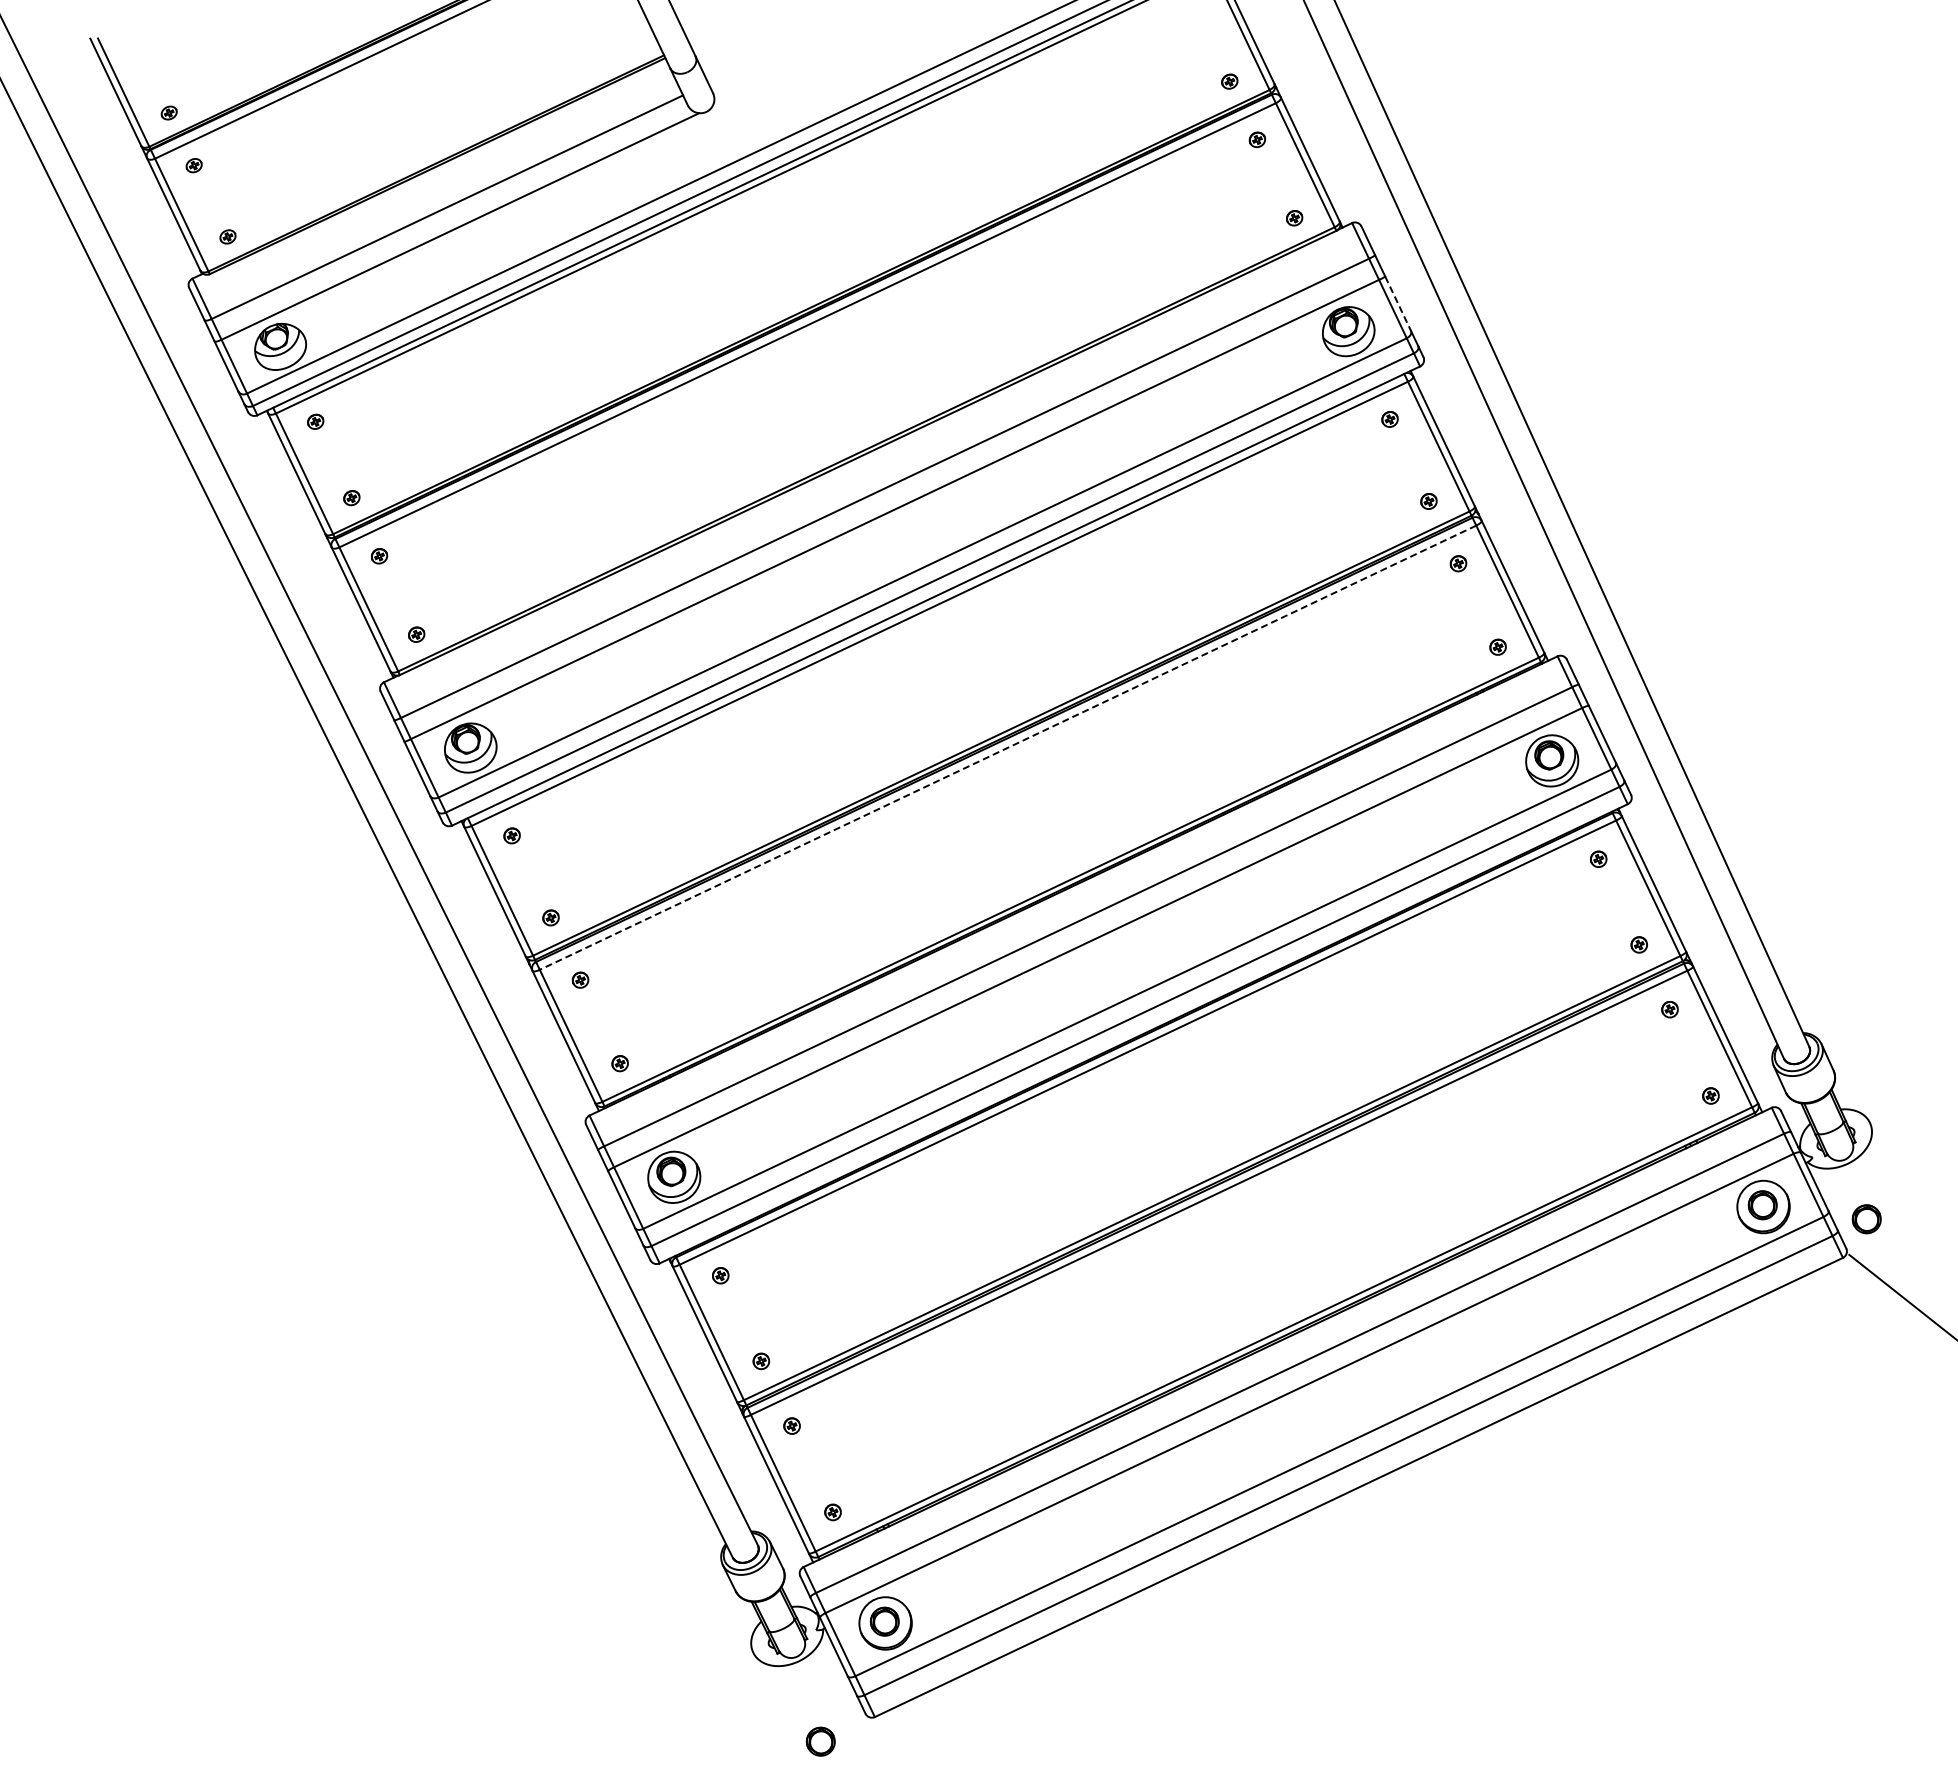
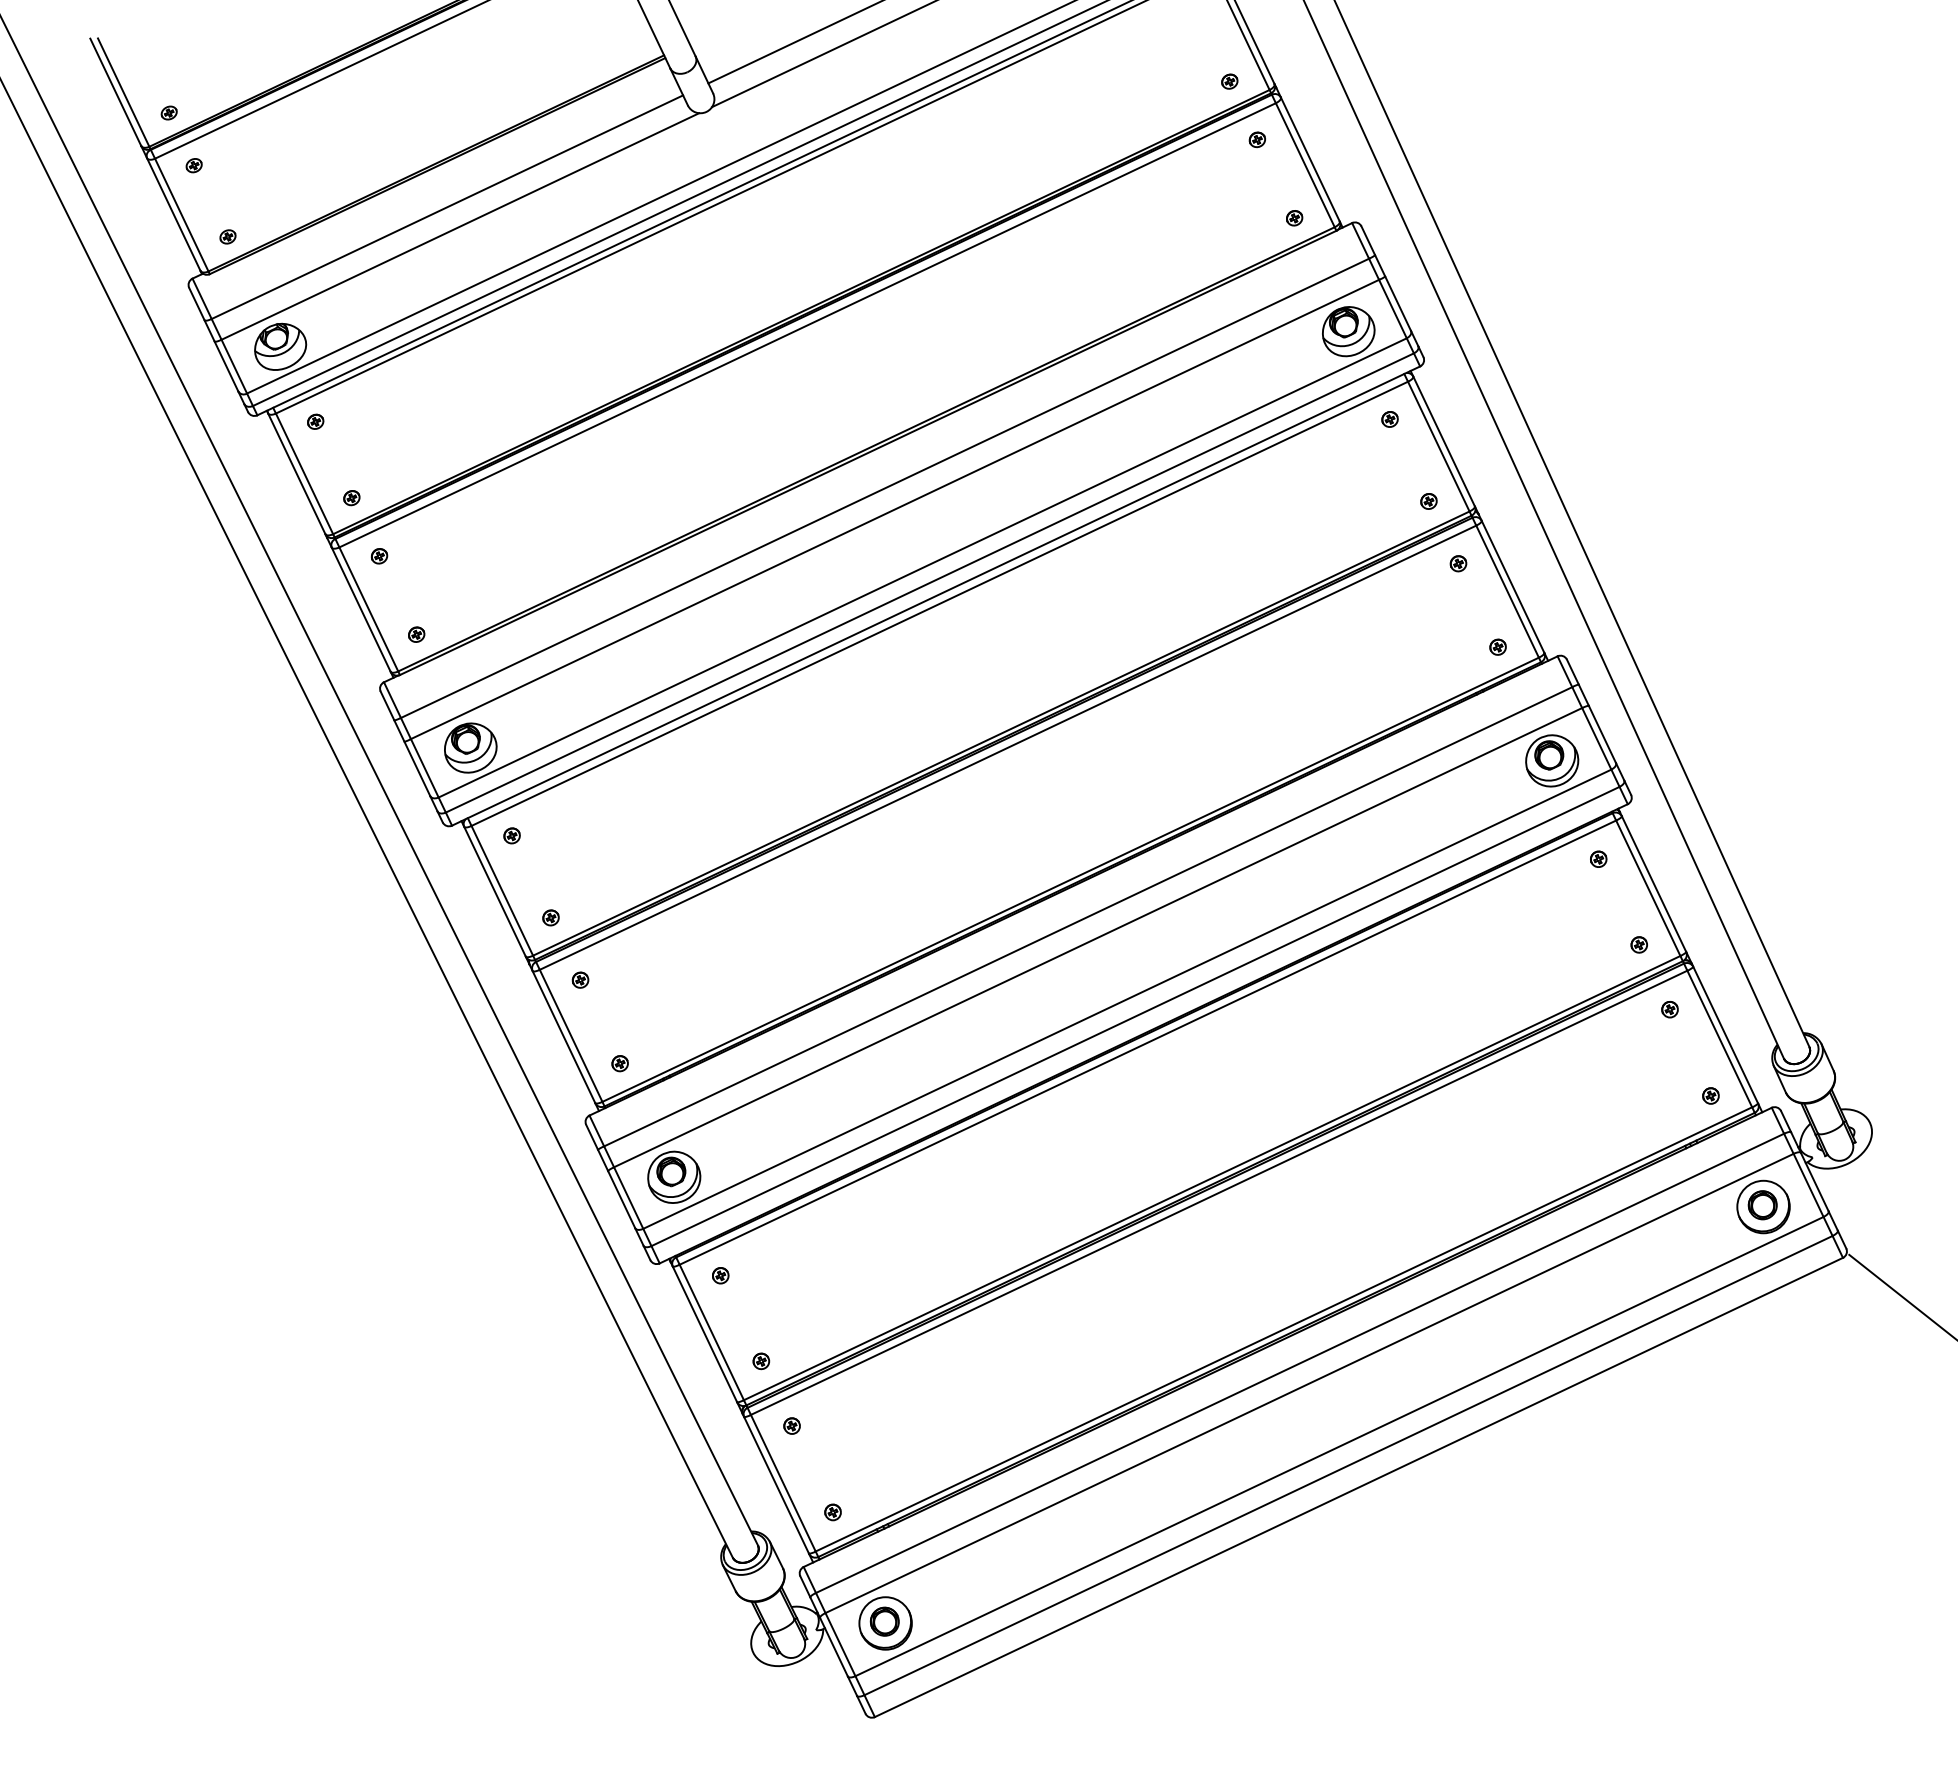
line at (793, 42): none -> present
line at (822, 54): none -> present
line at (1398, 304): dashed -> solid
line at (1007, 747): dashed -> solid
part at (1866, 1219): present -> none
part at (820, 1741): present -> none
